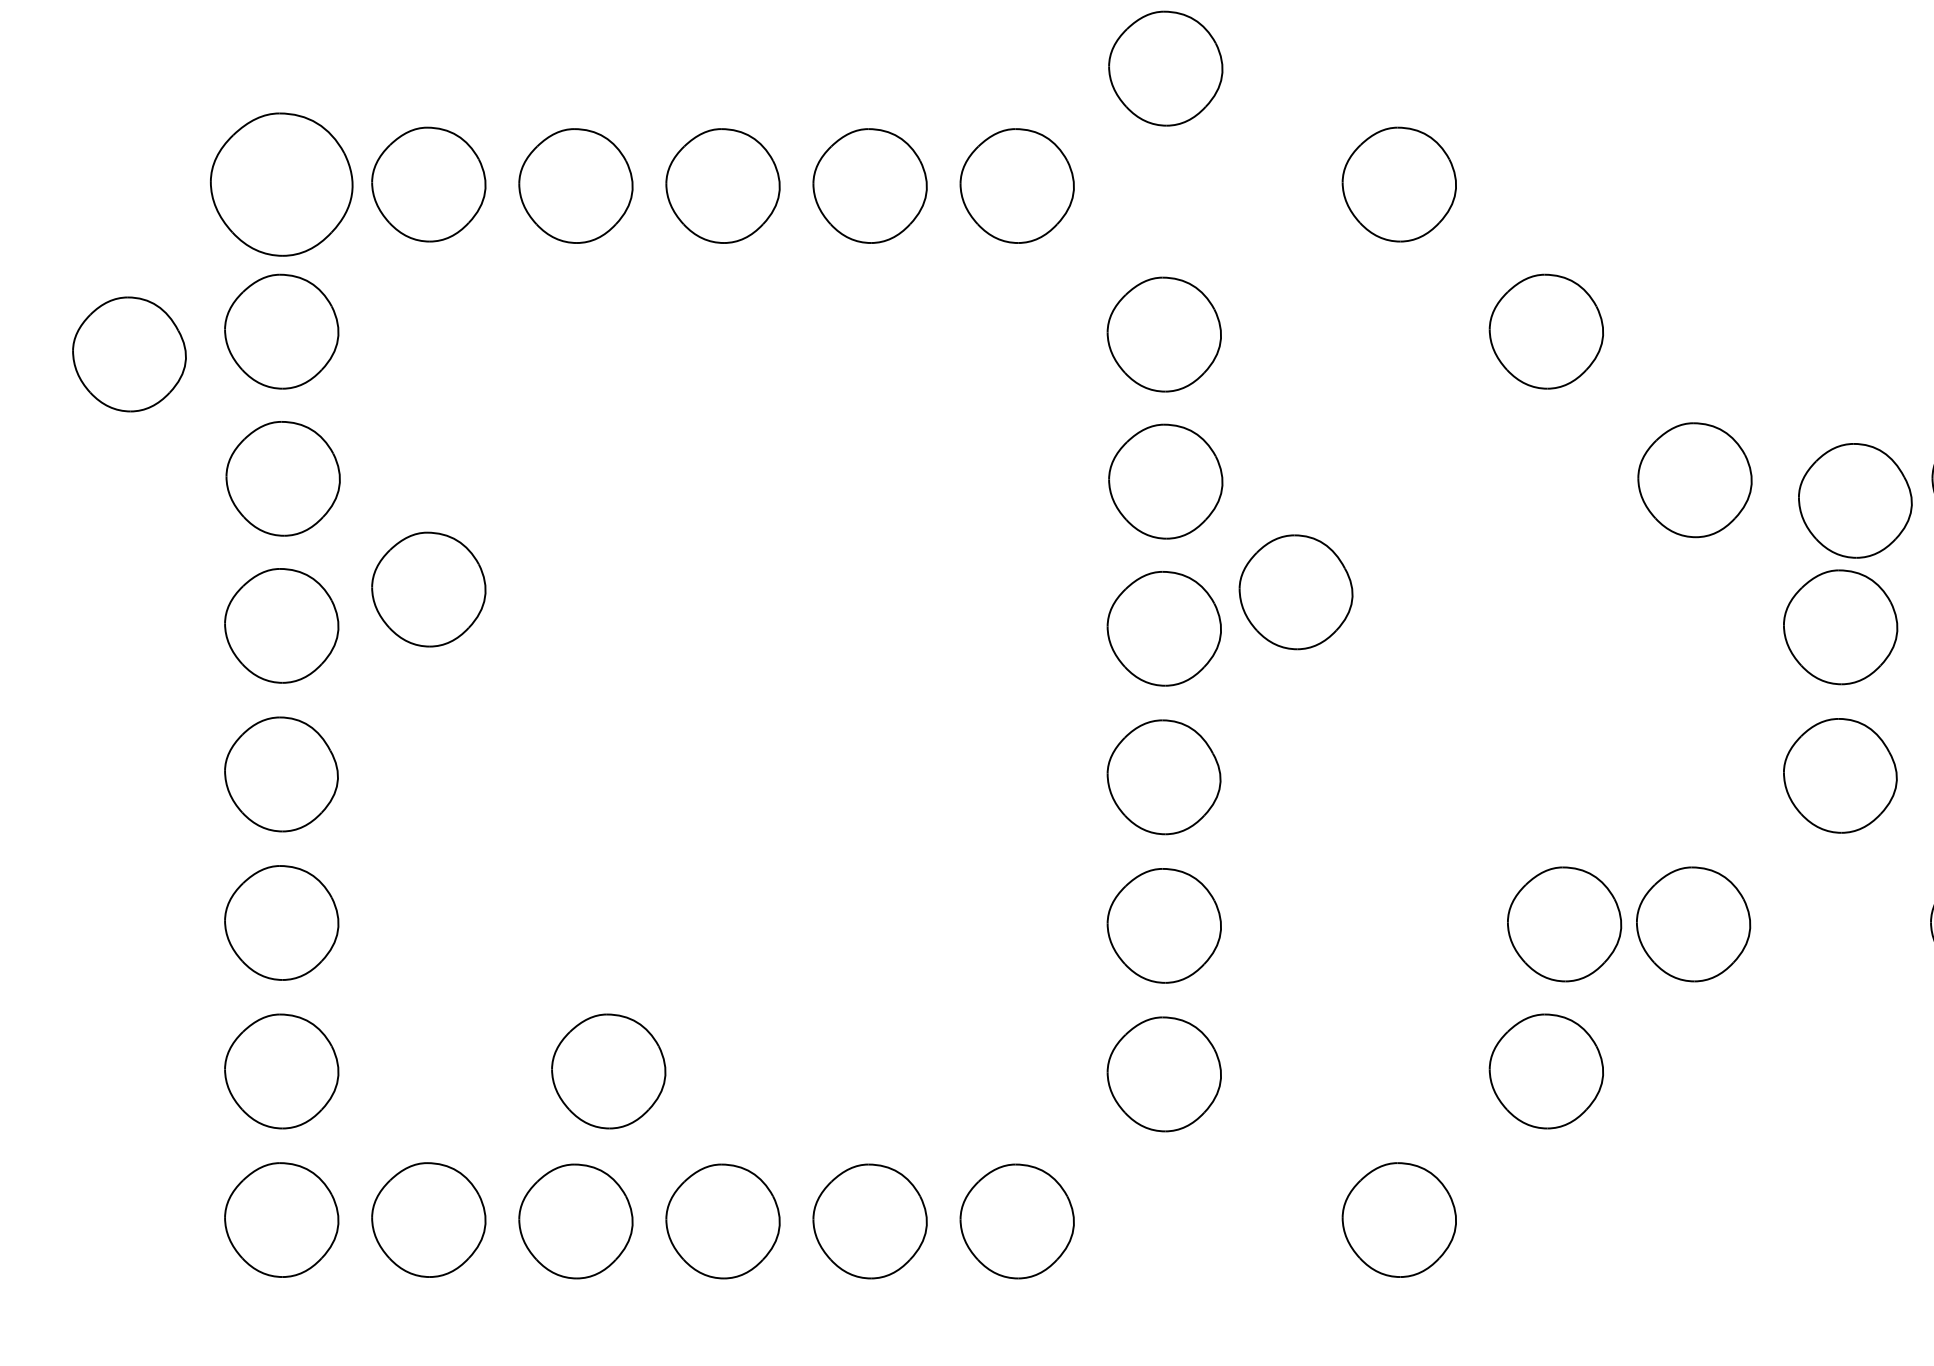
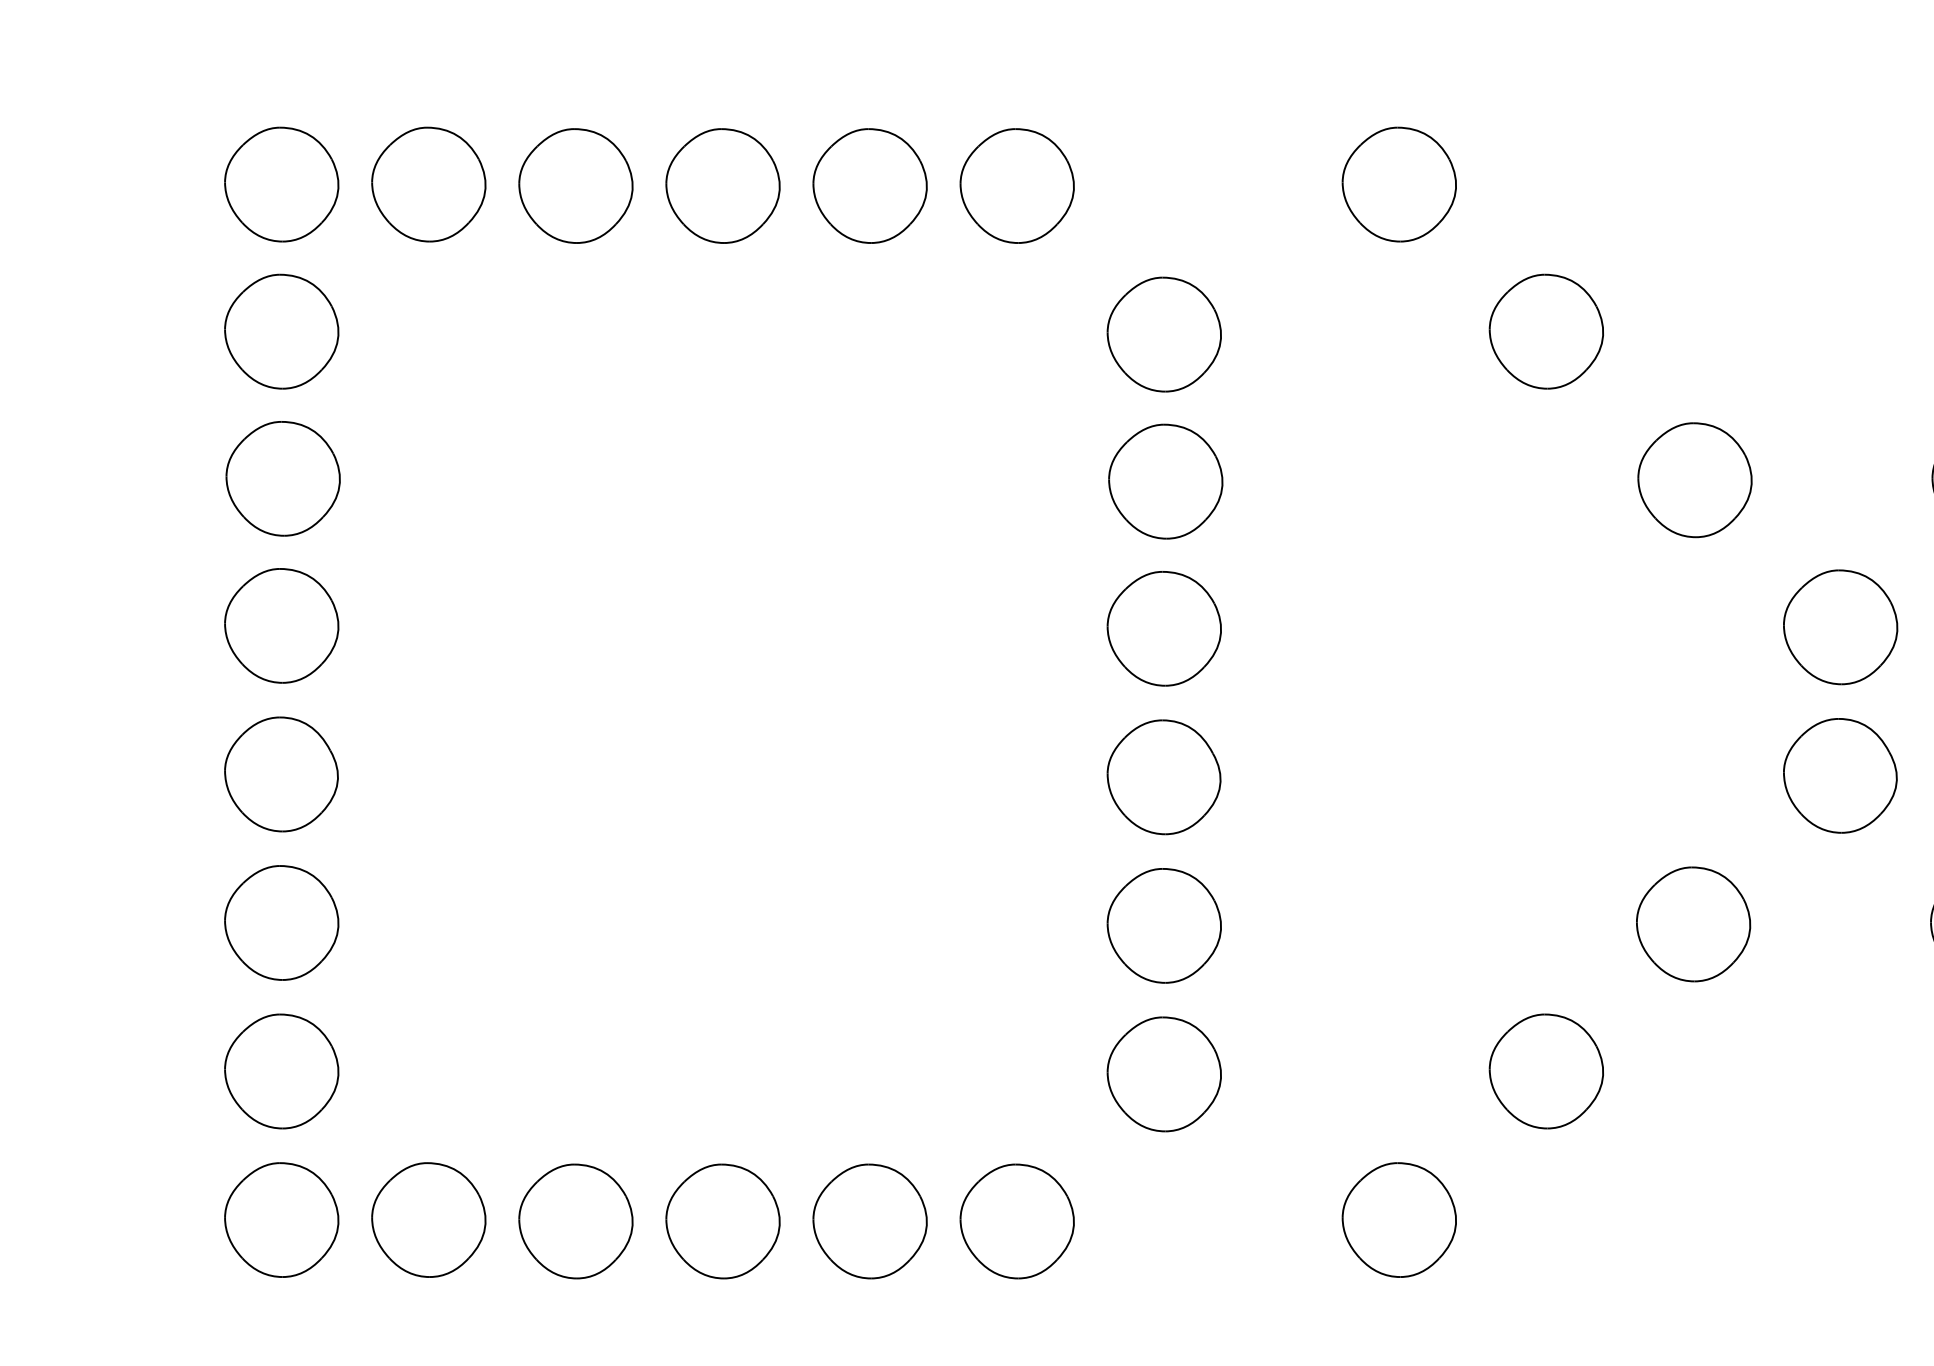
part at (1165, 68): present -> none
part at (281, 184) size: 144x145 px -> 116x117 px
part at (129, 354): present -> none
part at (1855, 500): present -> none
part at (428, 589): present -> none
part at (1295, 592): present -> none
part at (1564, 924): present -> none
part at (608, 1071): present -> none
